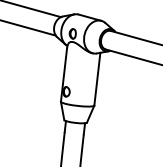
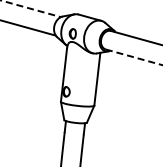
line at (31, 8): solid -> dashed
line at (134, 57): solid -> dashed
